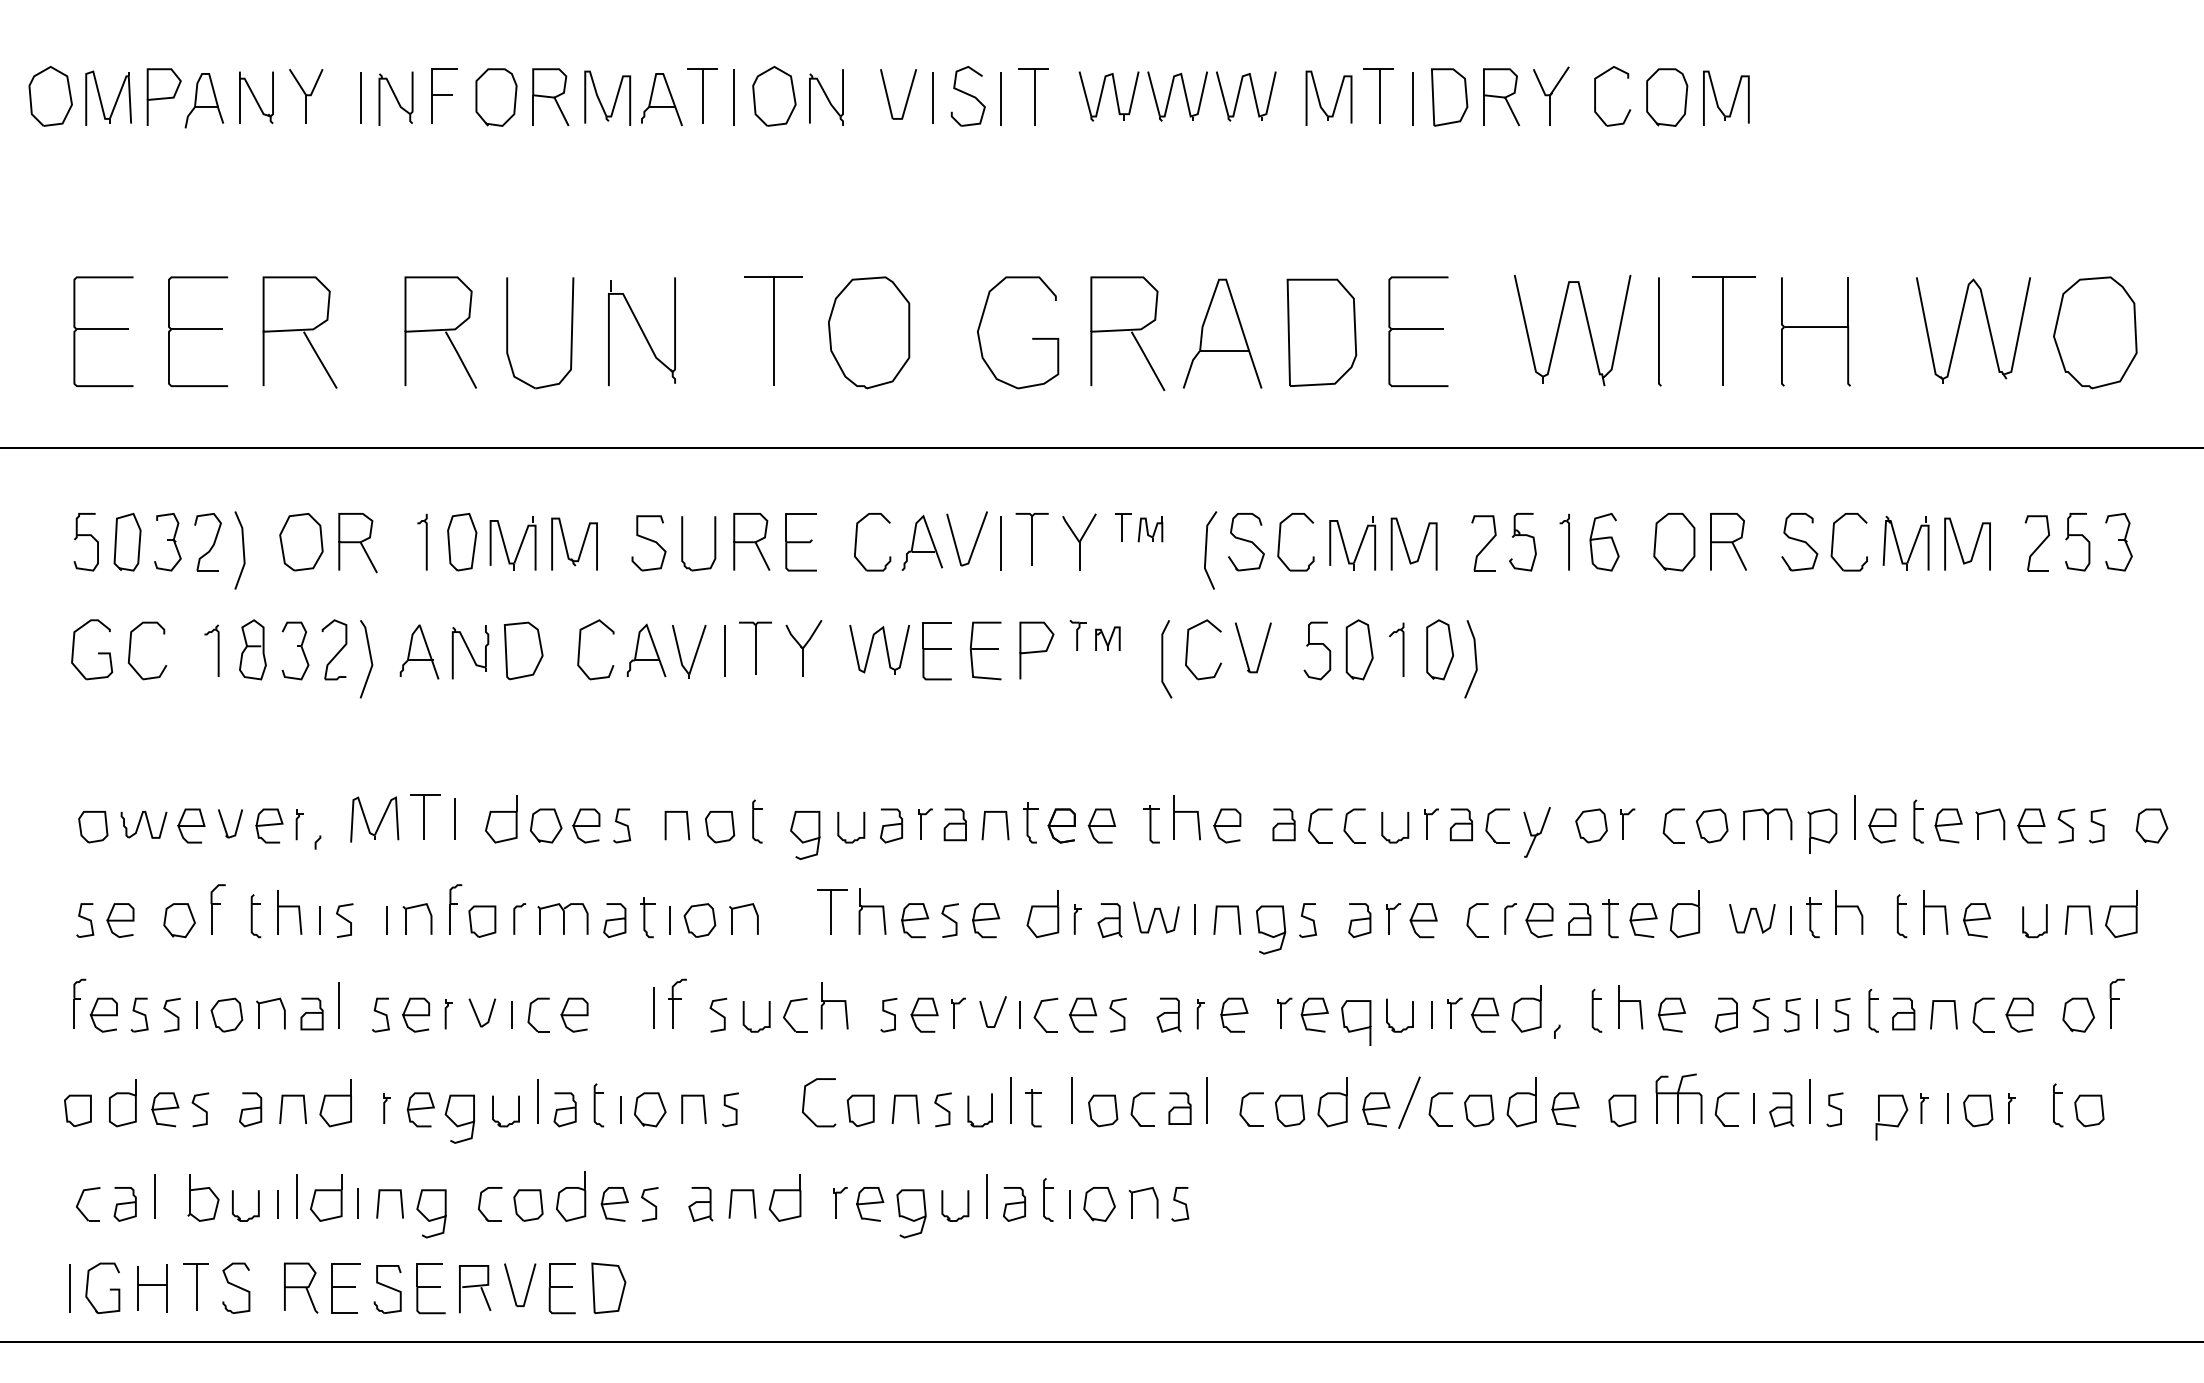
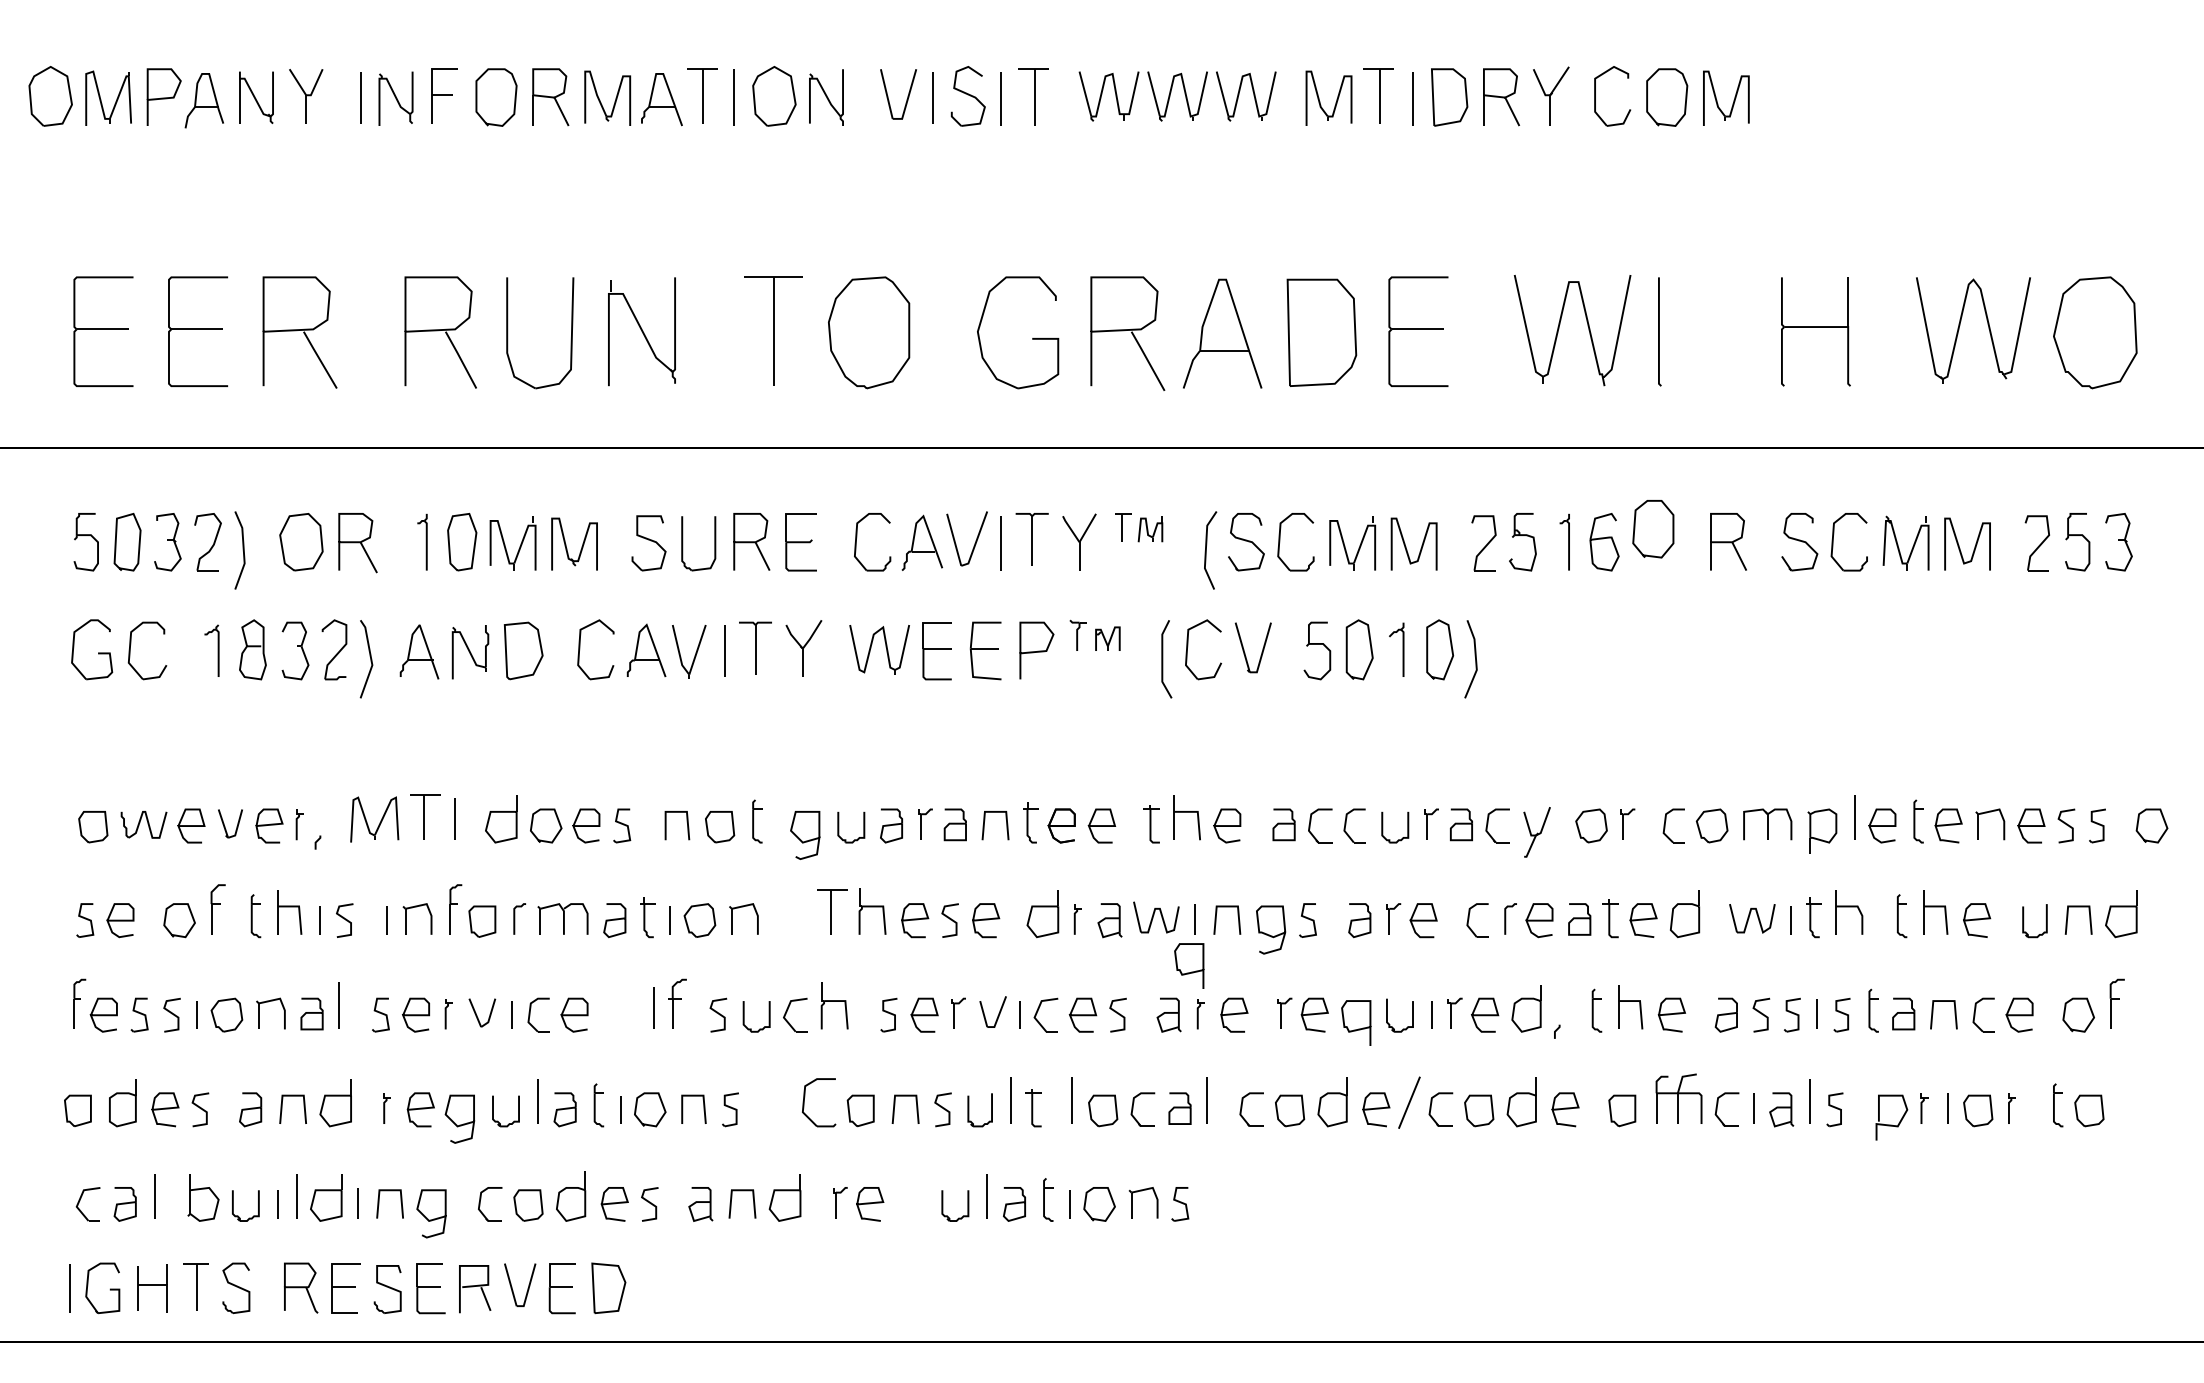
part at (1723, 330): present -> none
curve at (1656, 542) position: (1656, 542) -> (1635, 529)
curve at (1191, 971): none -> present
curve at (908, 1217): present -> none
